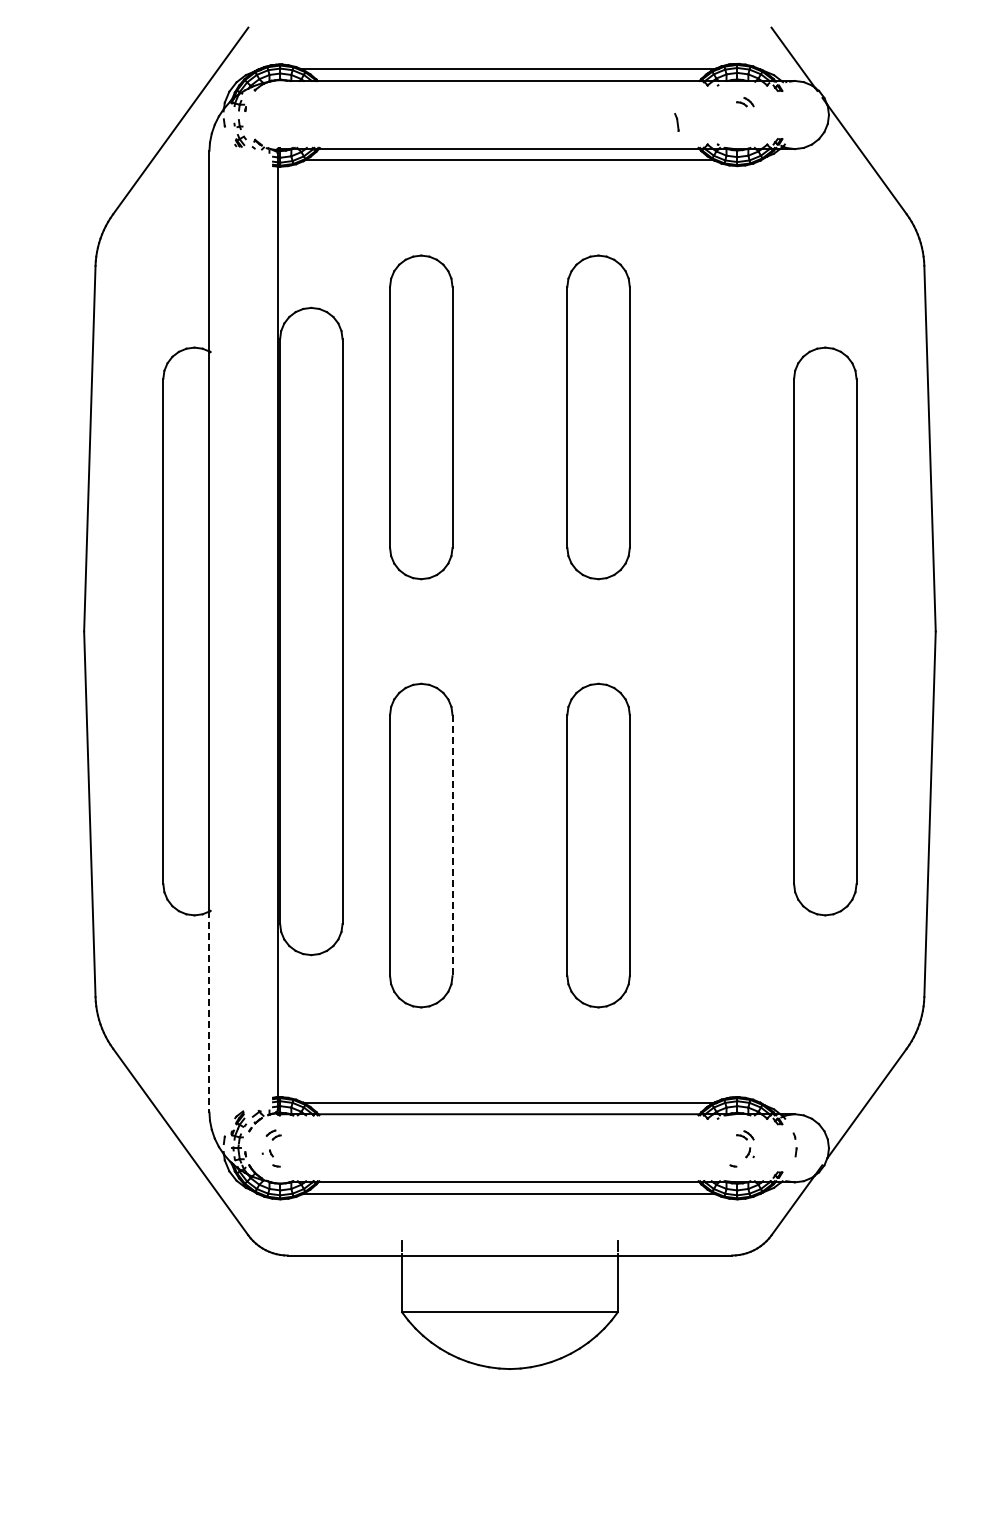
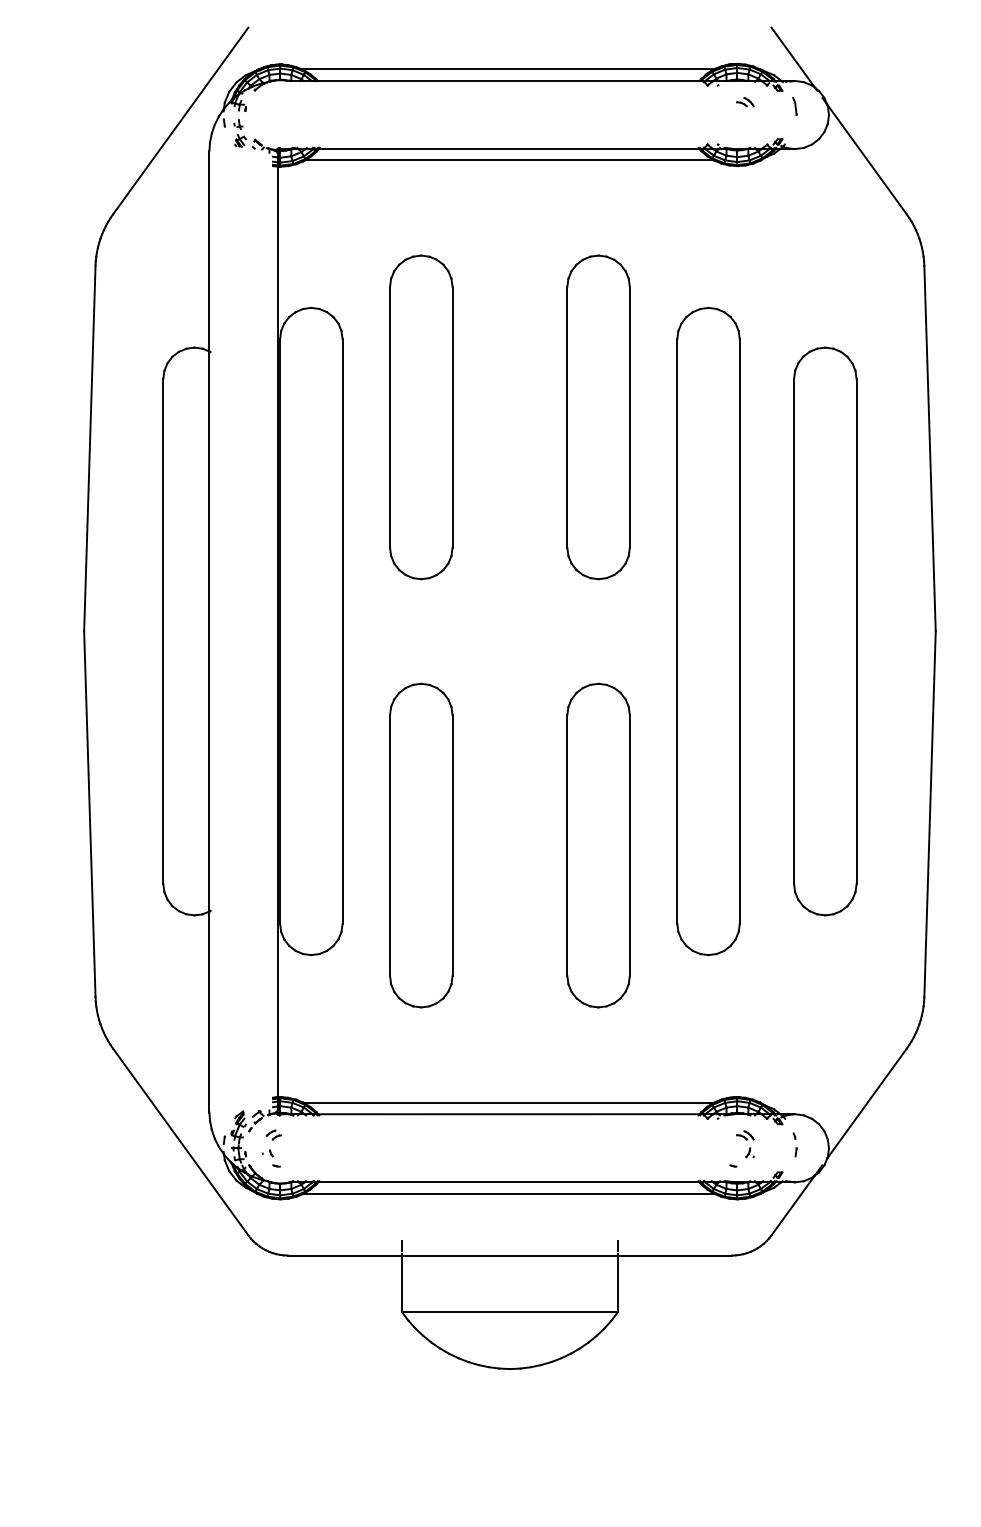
line at (676, 122) position: (676, 122) -> (794, 106)
part at (708, 631): none -> present
line at (452, 845): dashed -> solid
line at (209, 1012): dashed -> solid
